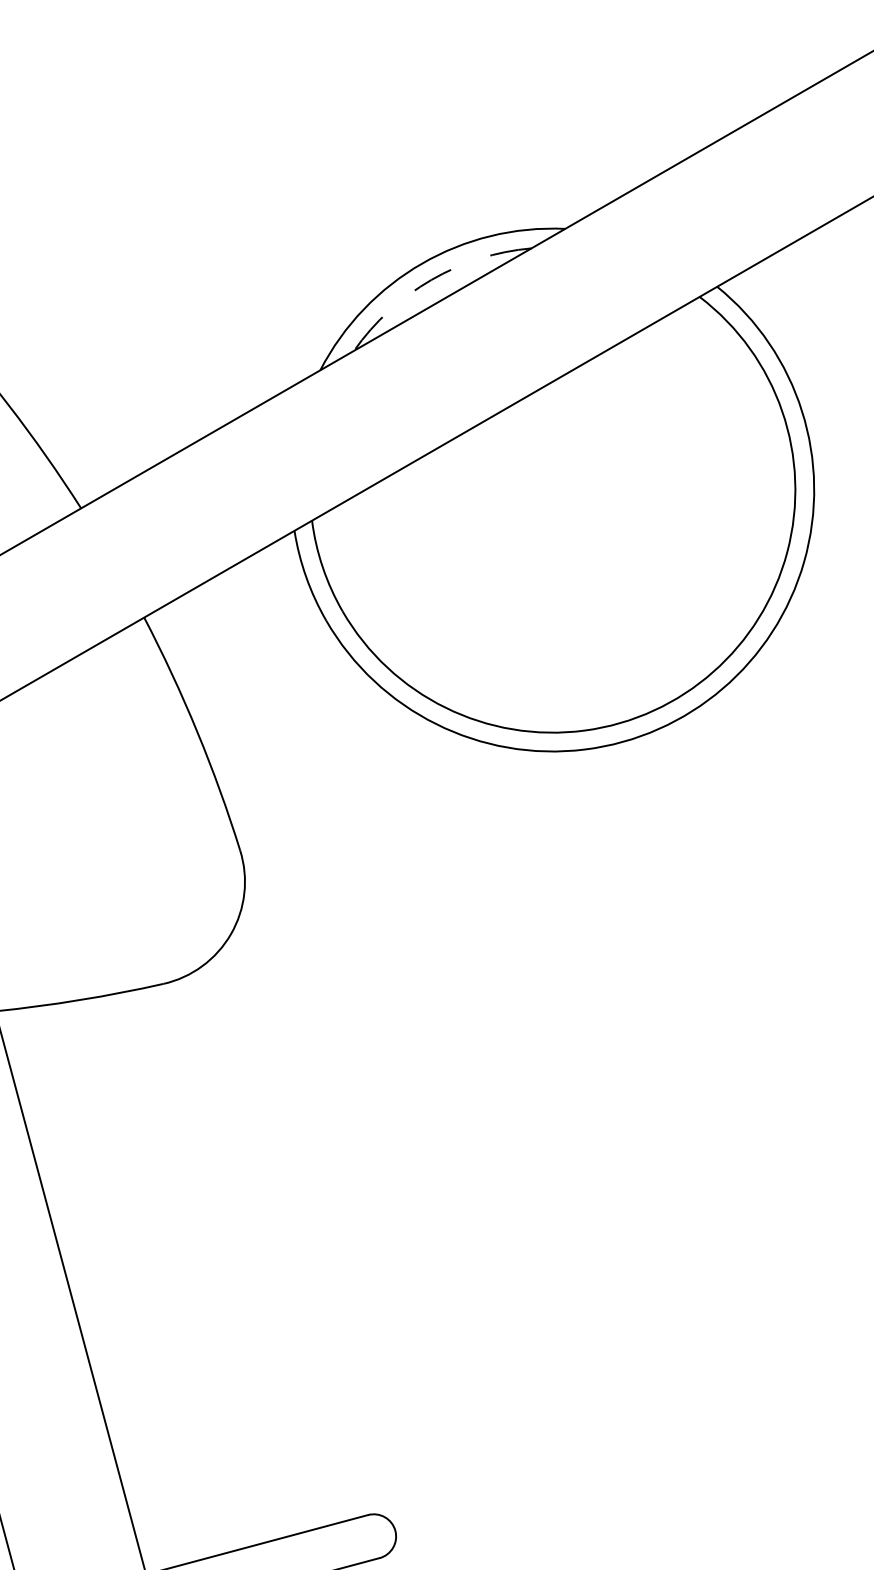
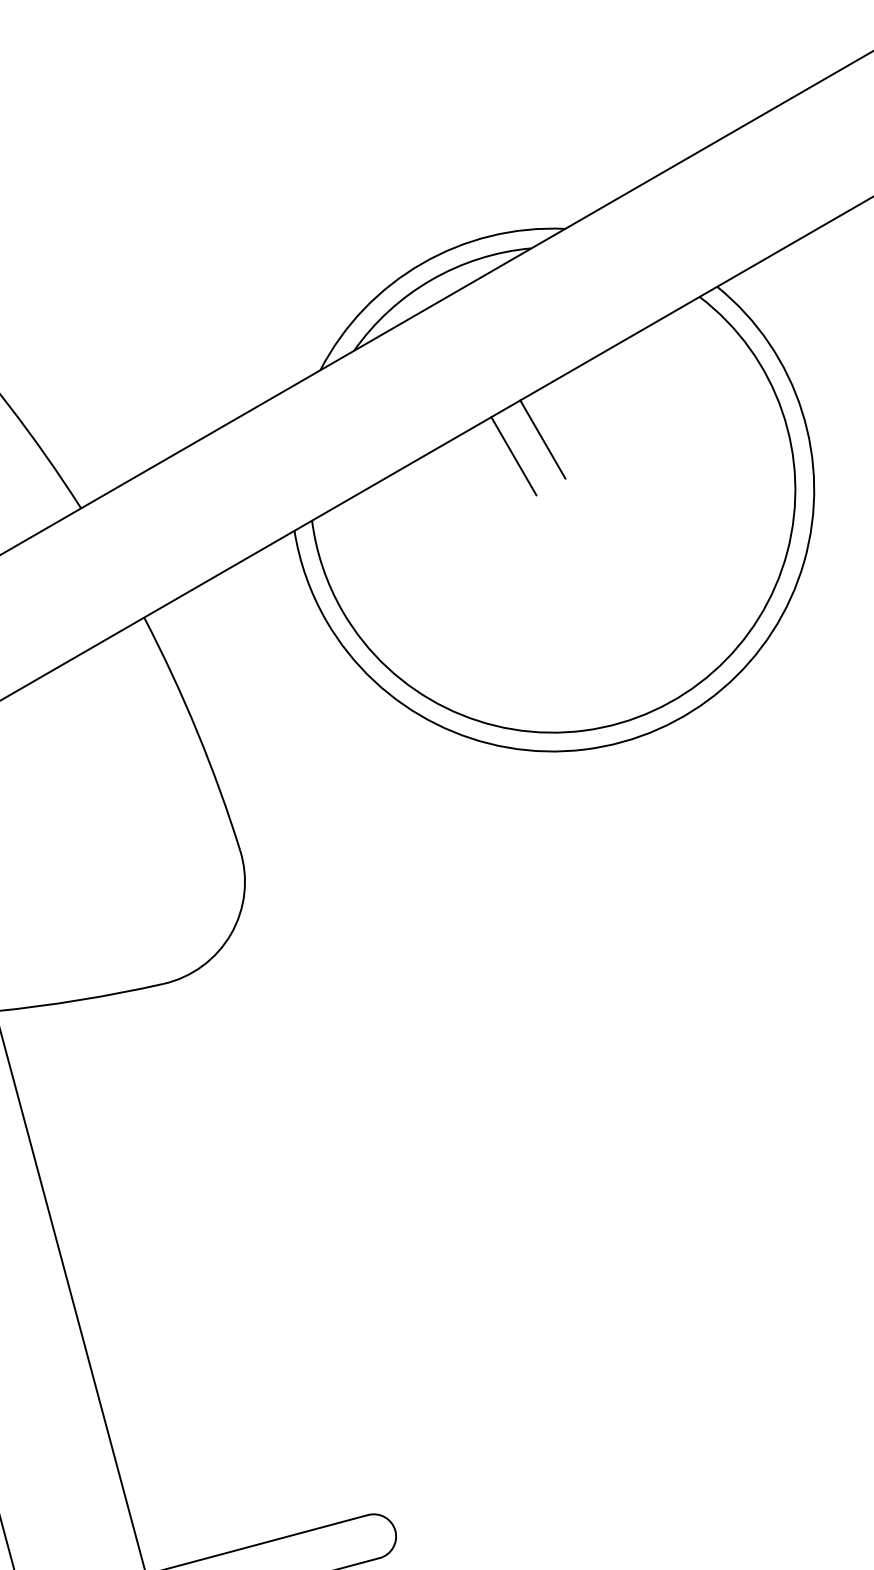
arc at (431, 279): dashed -> solid
line at (542, 439): none -> present
line at (513, 456): none -> present
